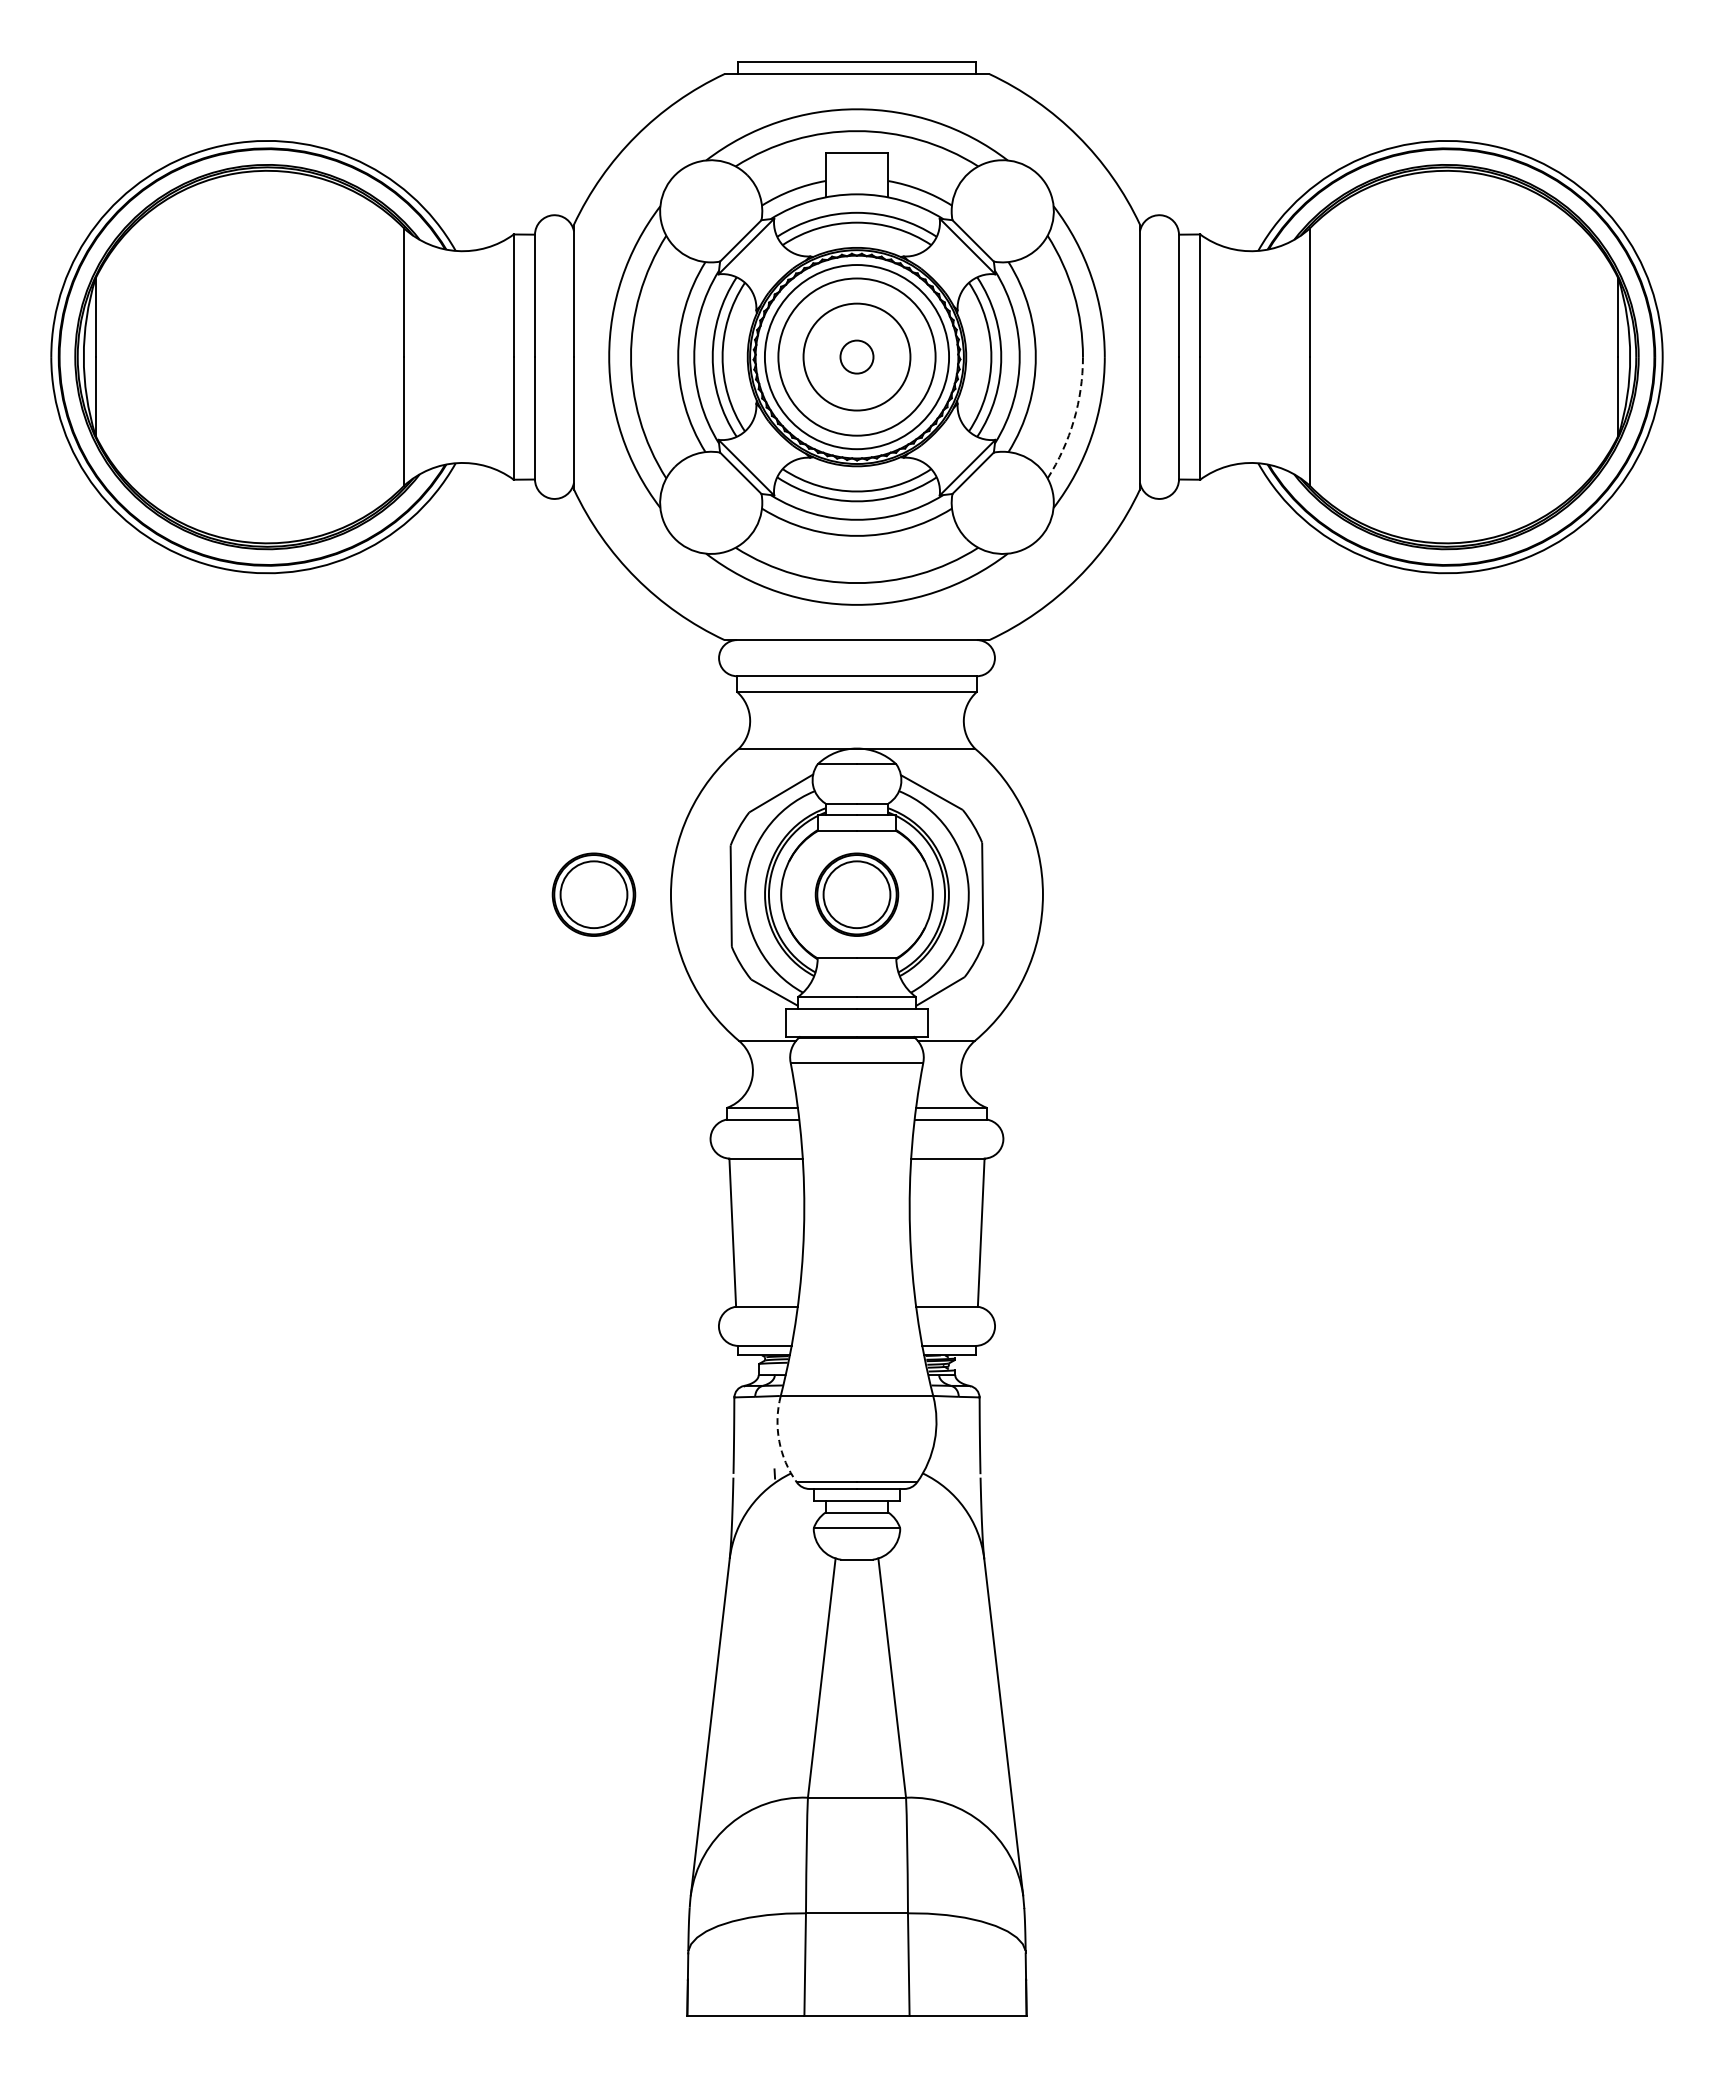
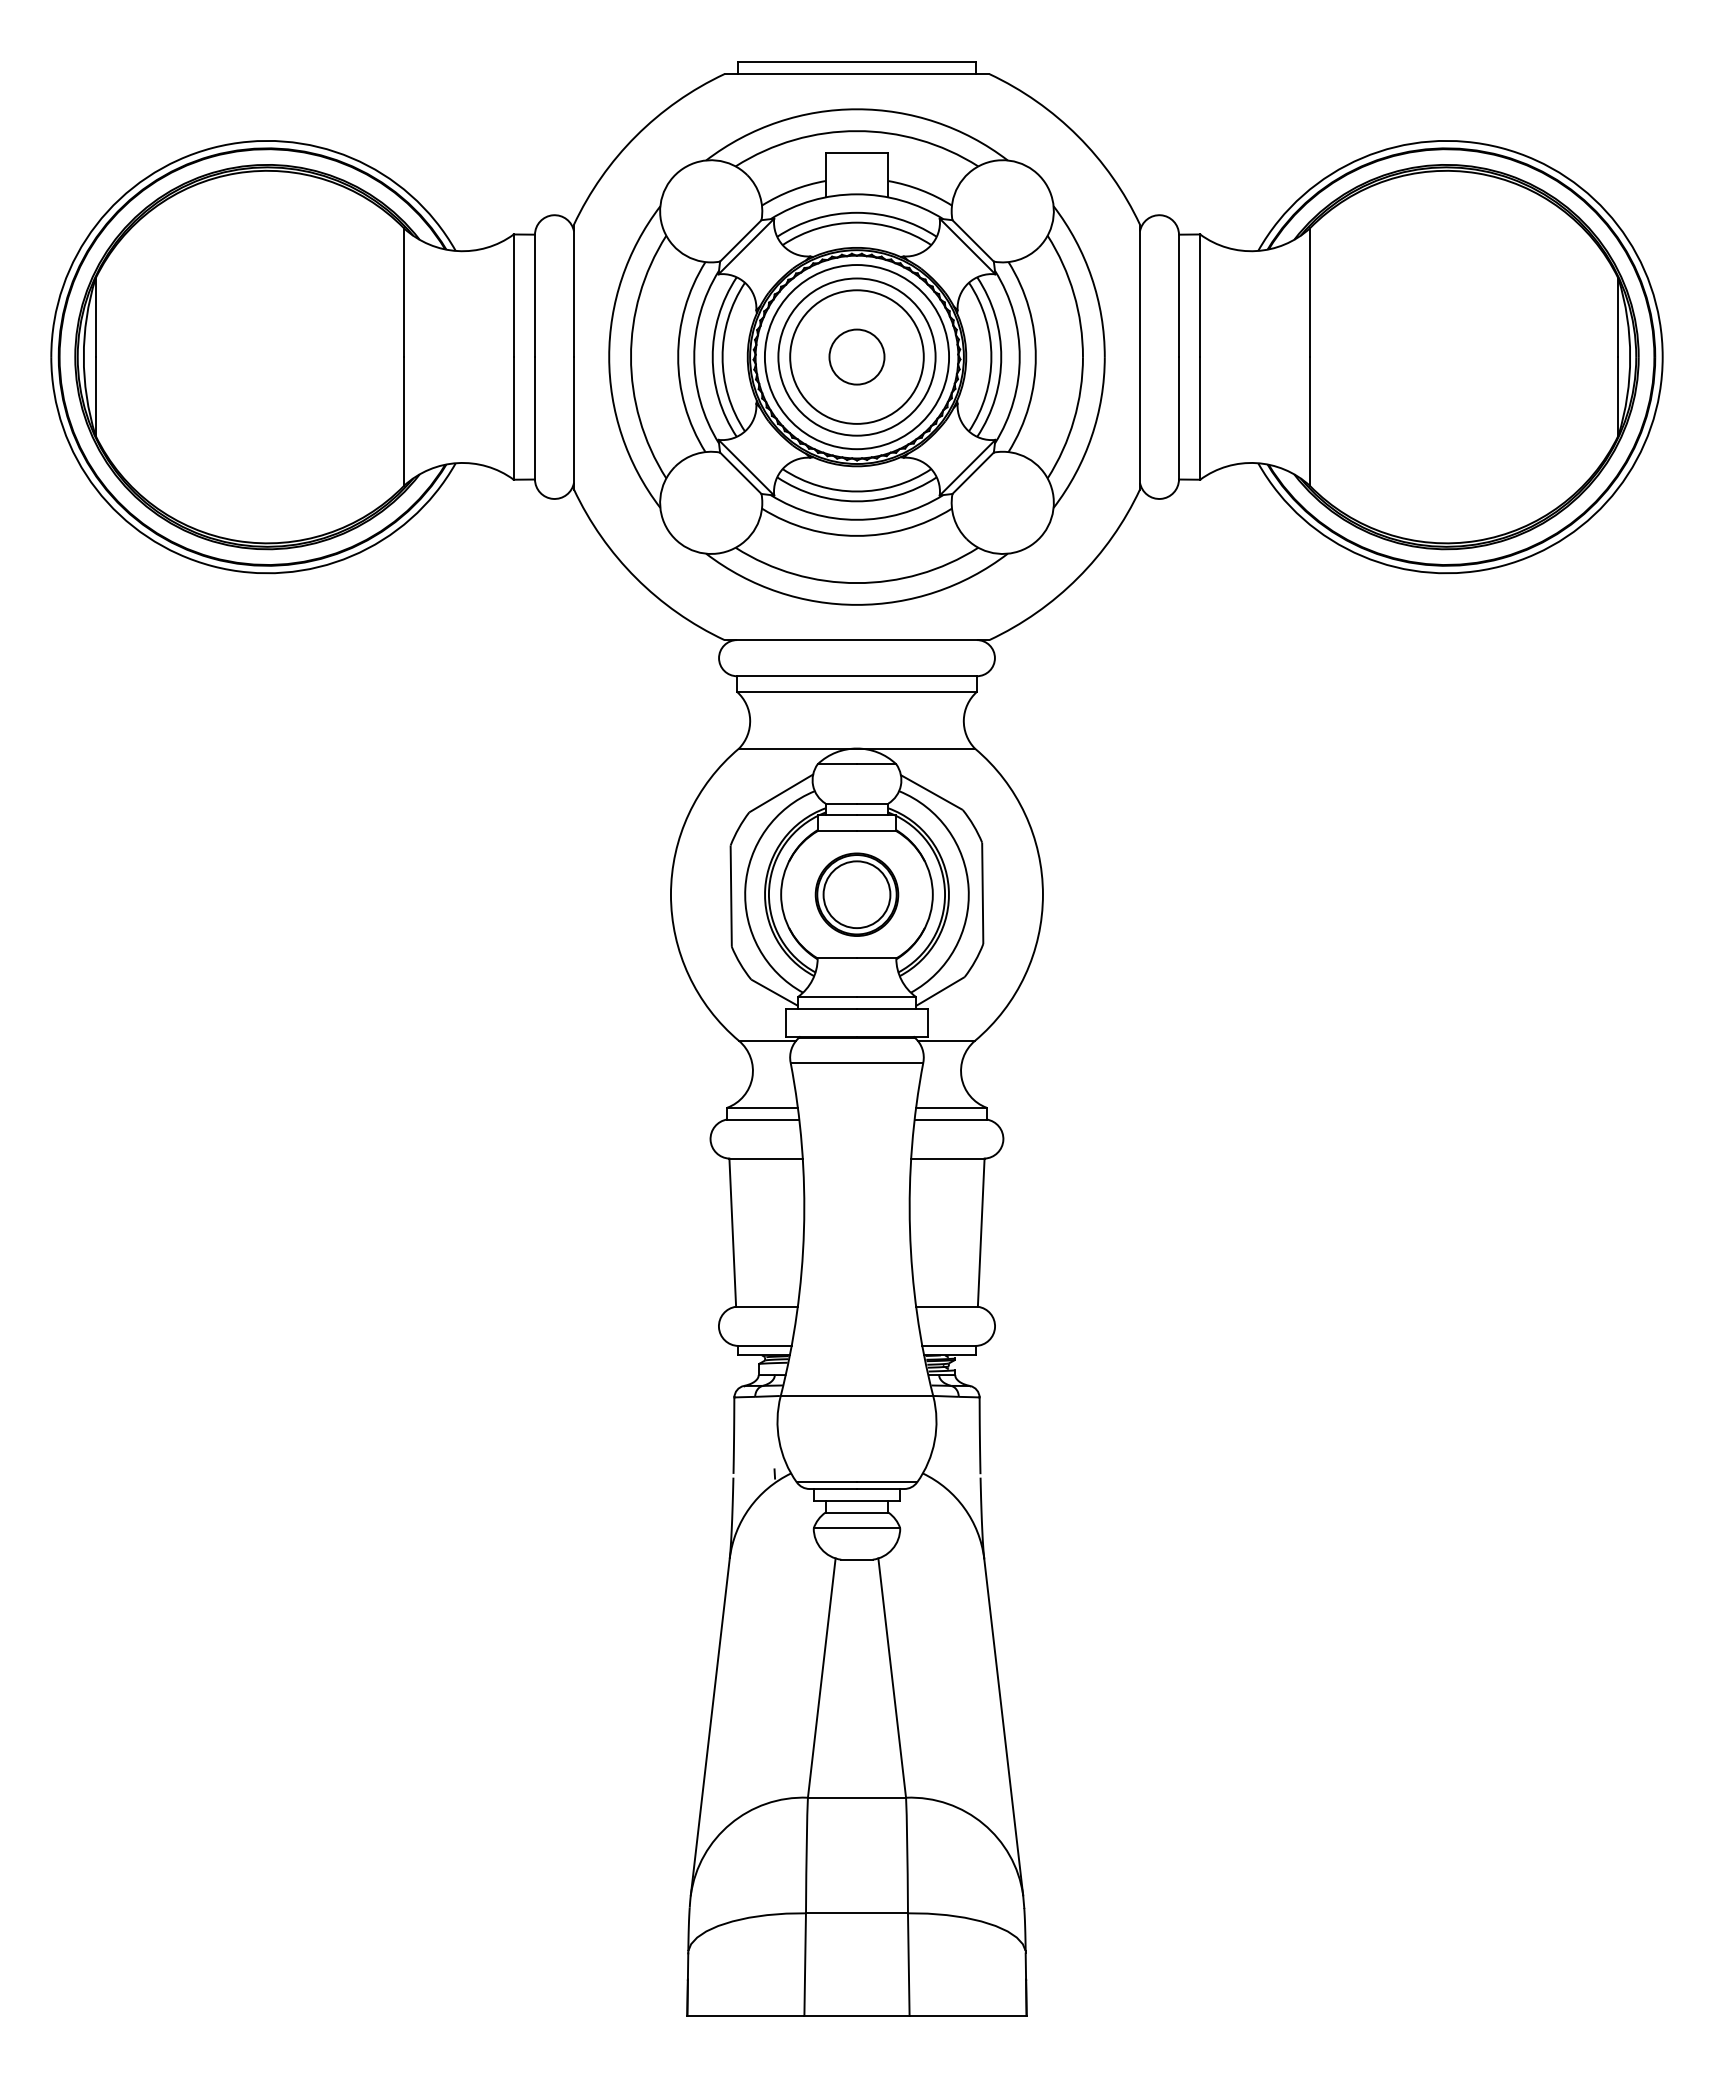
circle at (856, 356) diameter: 107 px -> 134 px
circle at (856, 356) diameter: 33 px -> 55 px
arc at (1073, 420): dashed -> solid
part at (593, 894): present -> none
arc at (779, 1441): dashed -> solid
